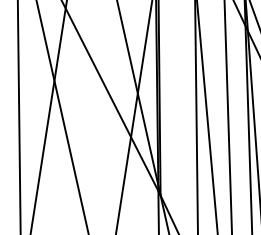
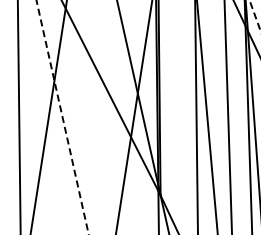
line at (255, 16): solid -> dashed
line at (62, 117): solid -> dashed
